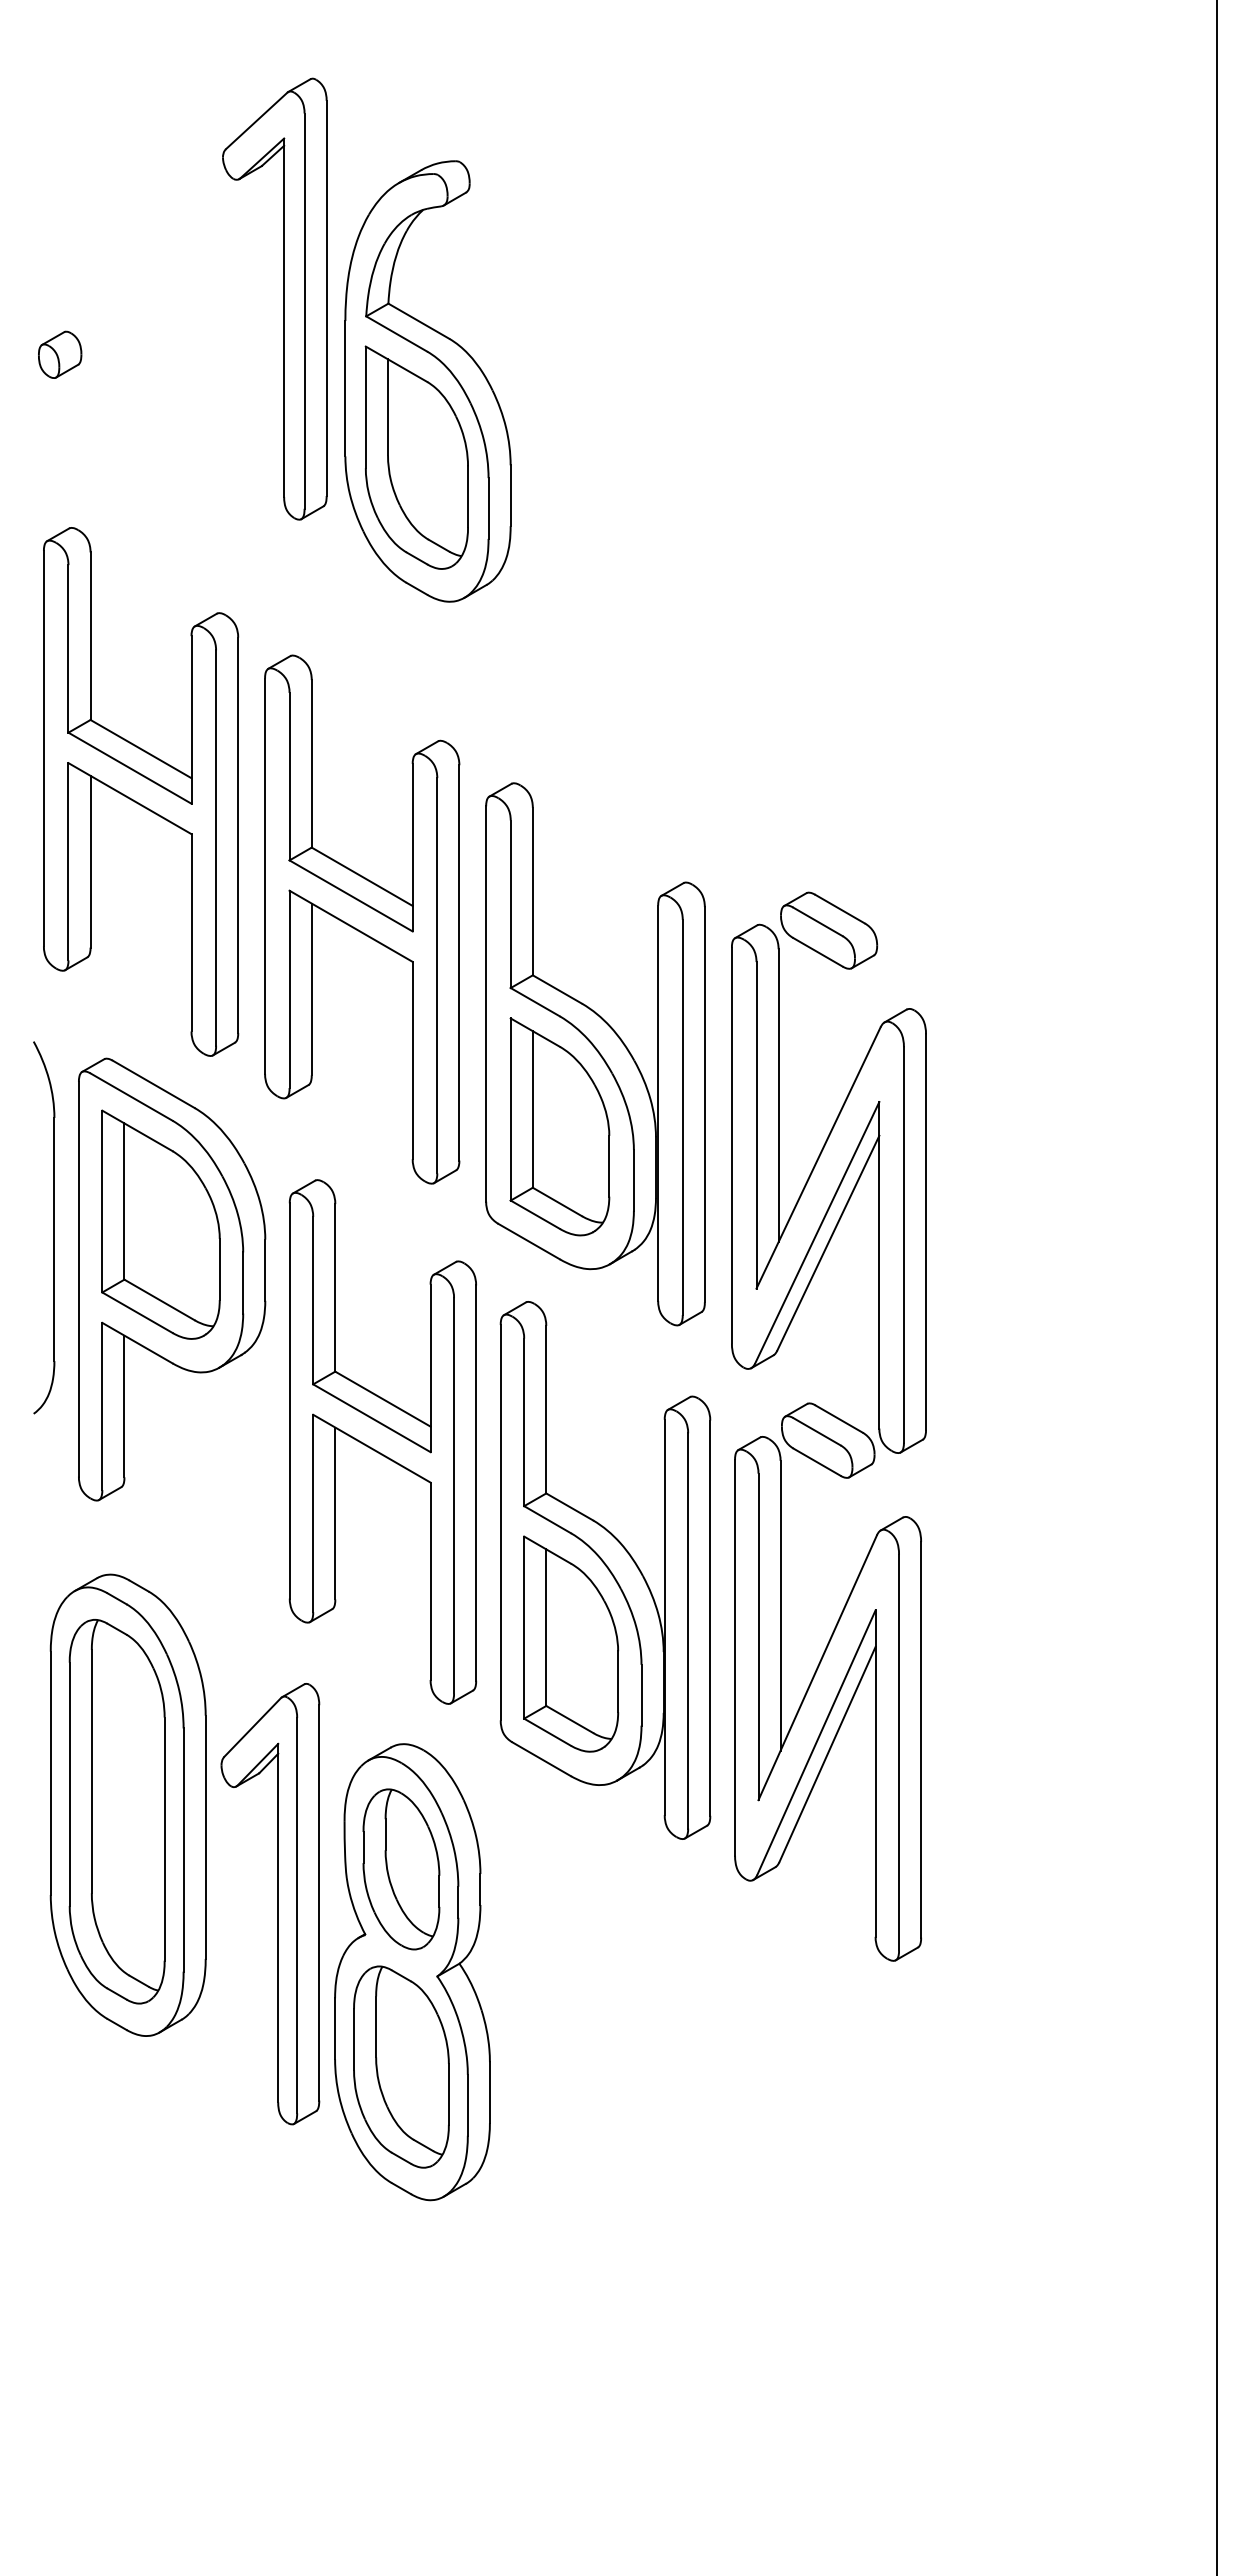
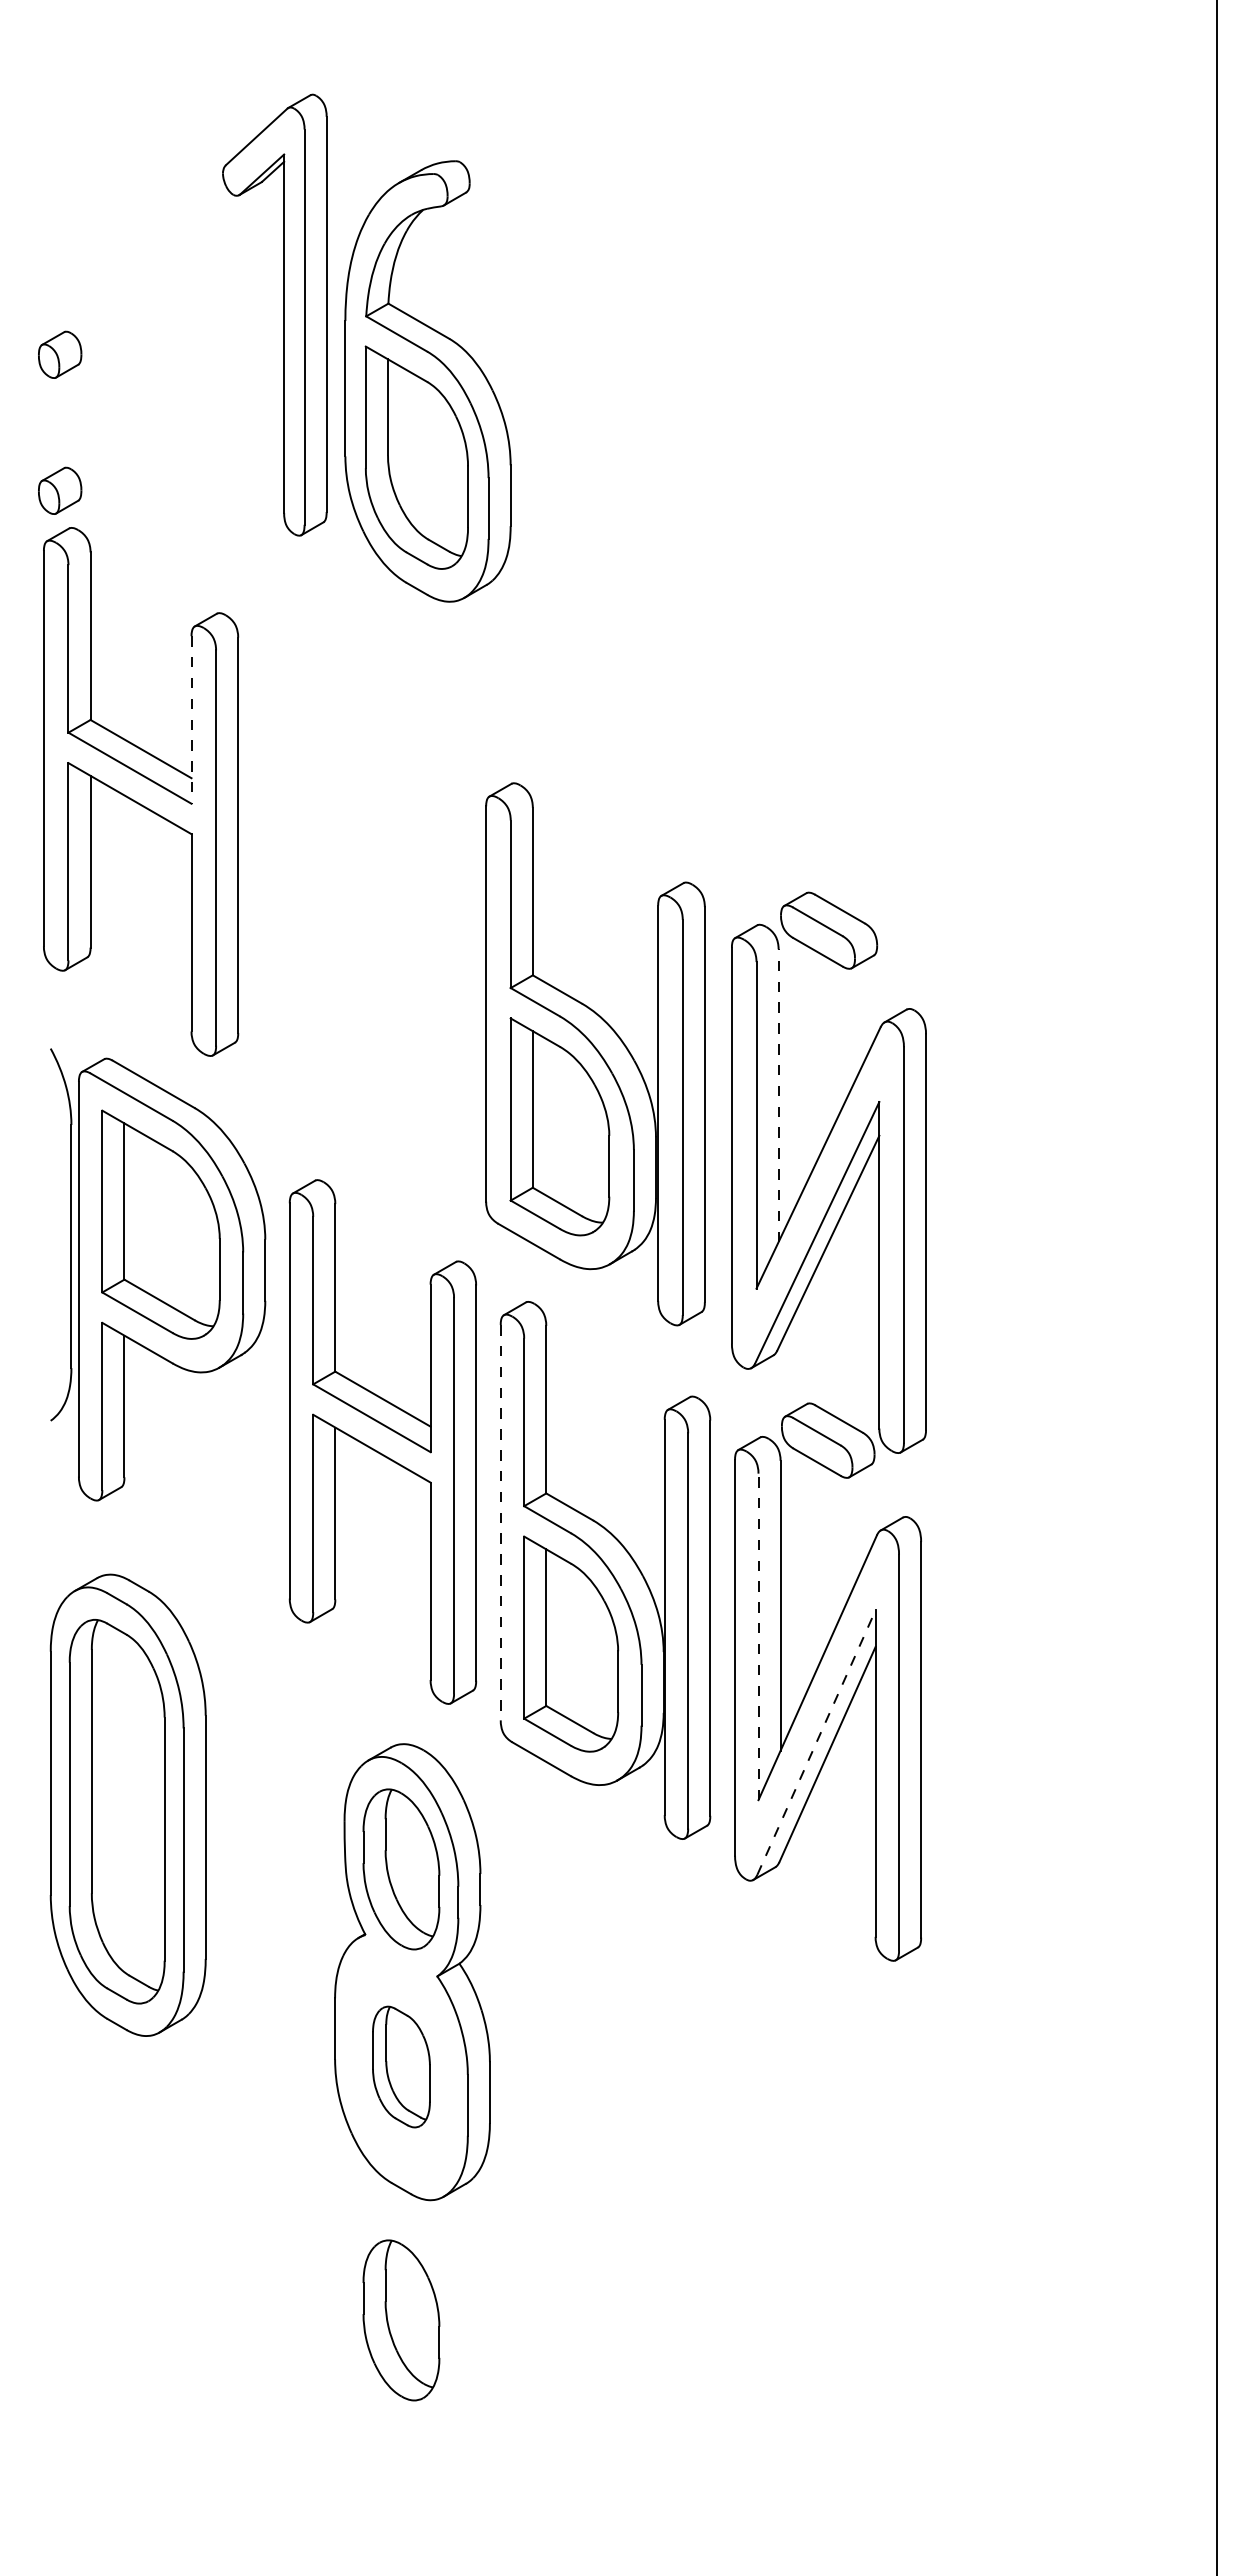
part at (283, 298) position: (283, 298) -> (283, 314)
part at (60, 490): none -> present
line at (191, 719): solid -> dashed
part at (362, 919): present -> none
line at (778, 1095): solid -> dashed
part at (53, 1227) position: (53, 1227) -> (70, 1234)
line at (500, 1522): solid -> dashed
line at (758, 1636): solid -> dashed
line at (816, 1742): solid -> dashed
part at (277, 1904): present -> none
part at (401, 2066) size: 97x204 px -> 59x124 px
part at (401, 2320): none -> present
